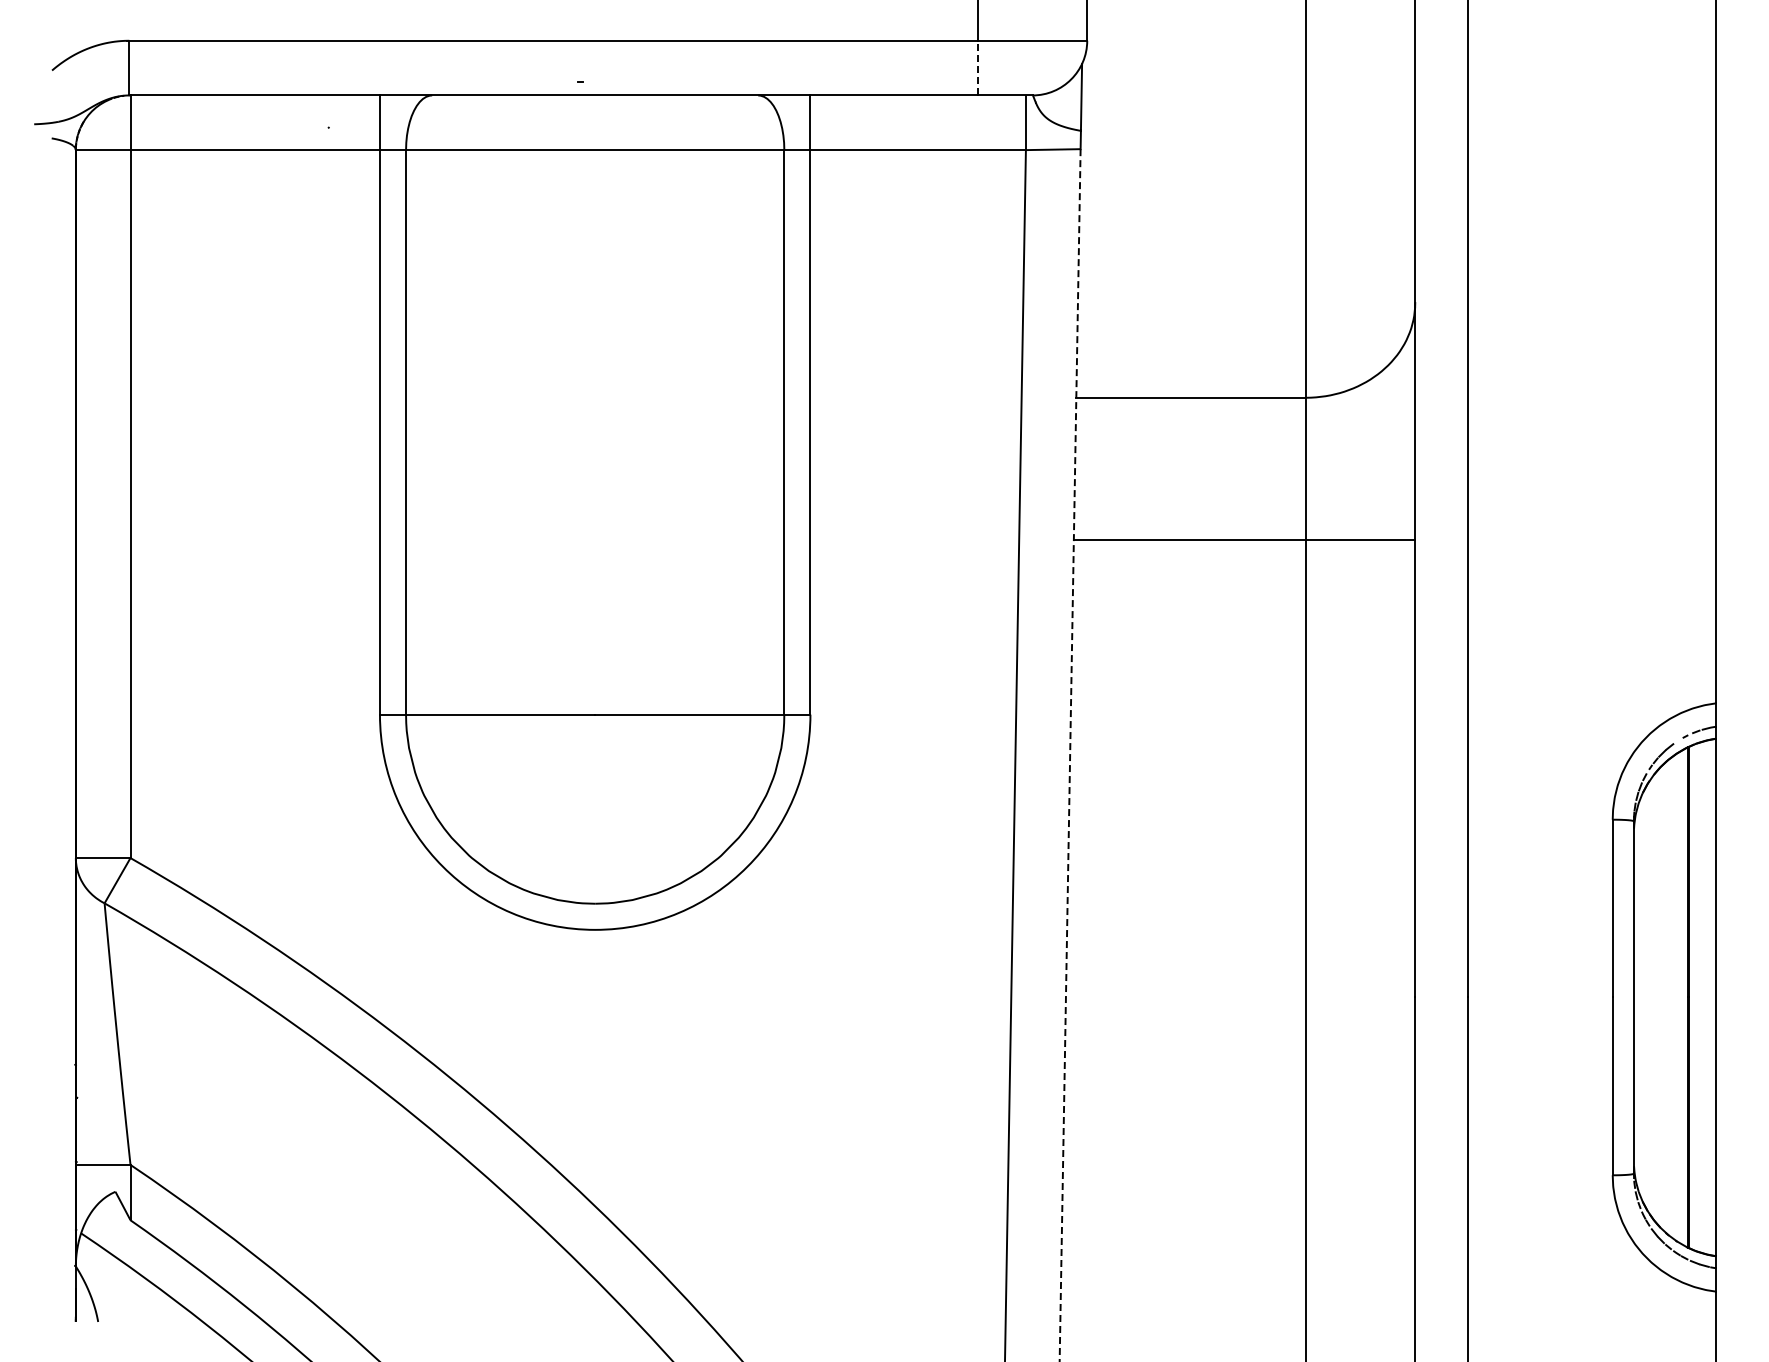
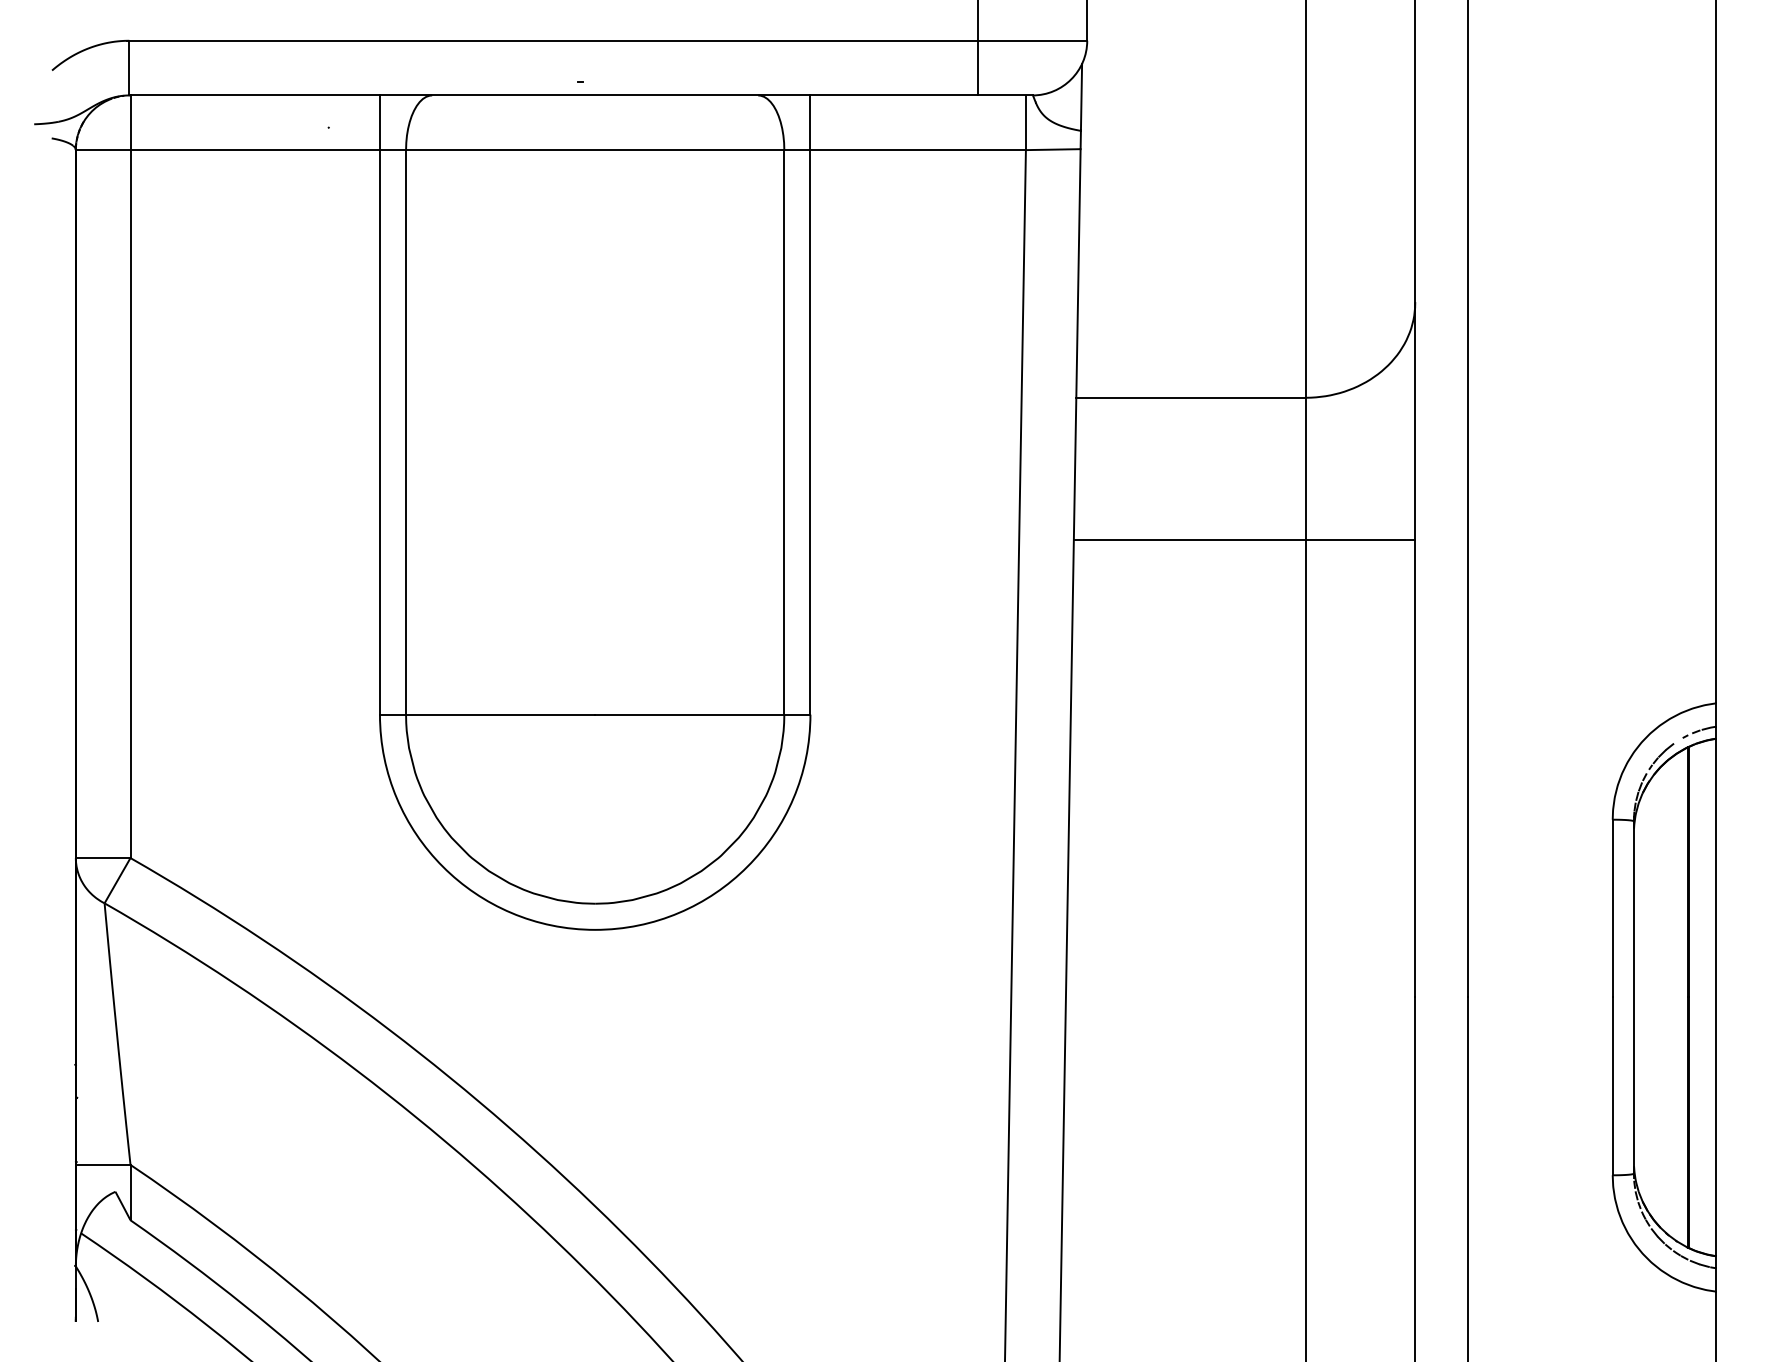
line at (977, 67): dashed -> solid
line at (1070, 756): dashed -> solid
